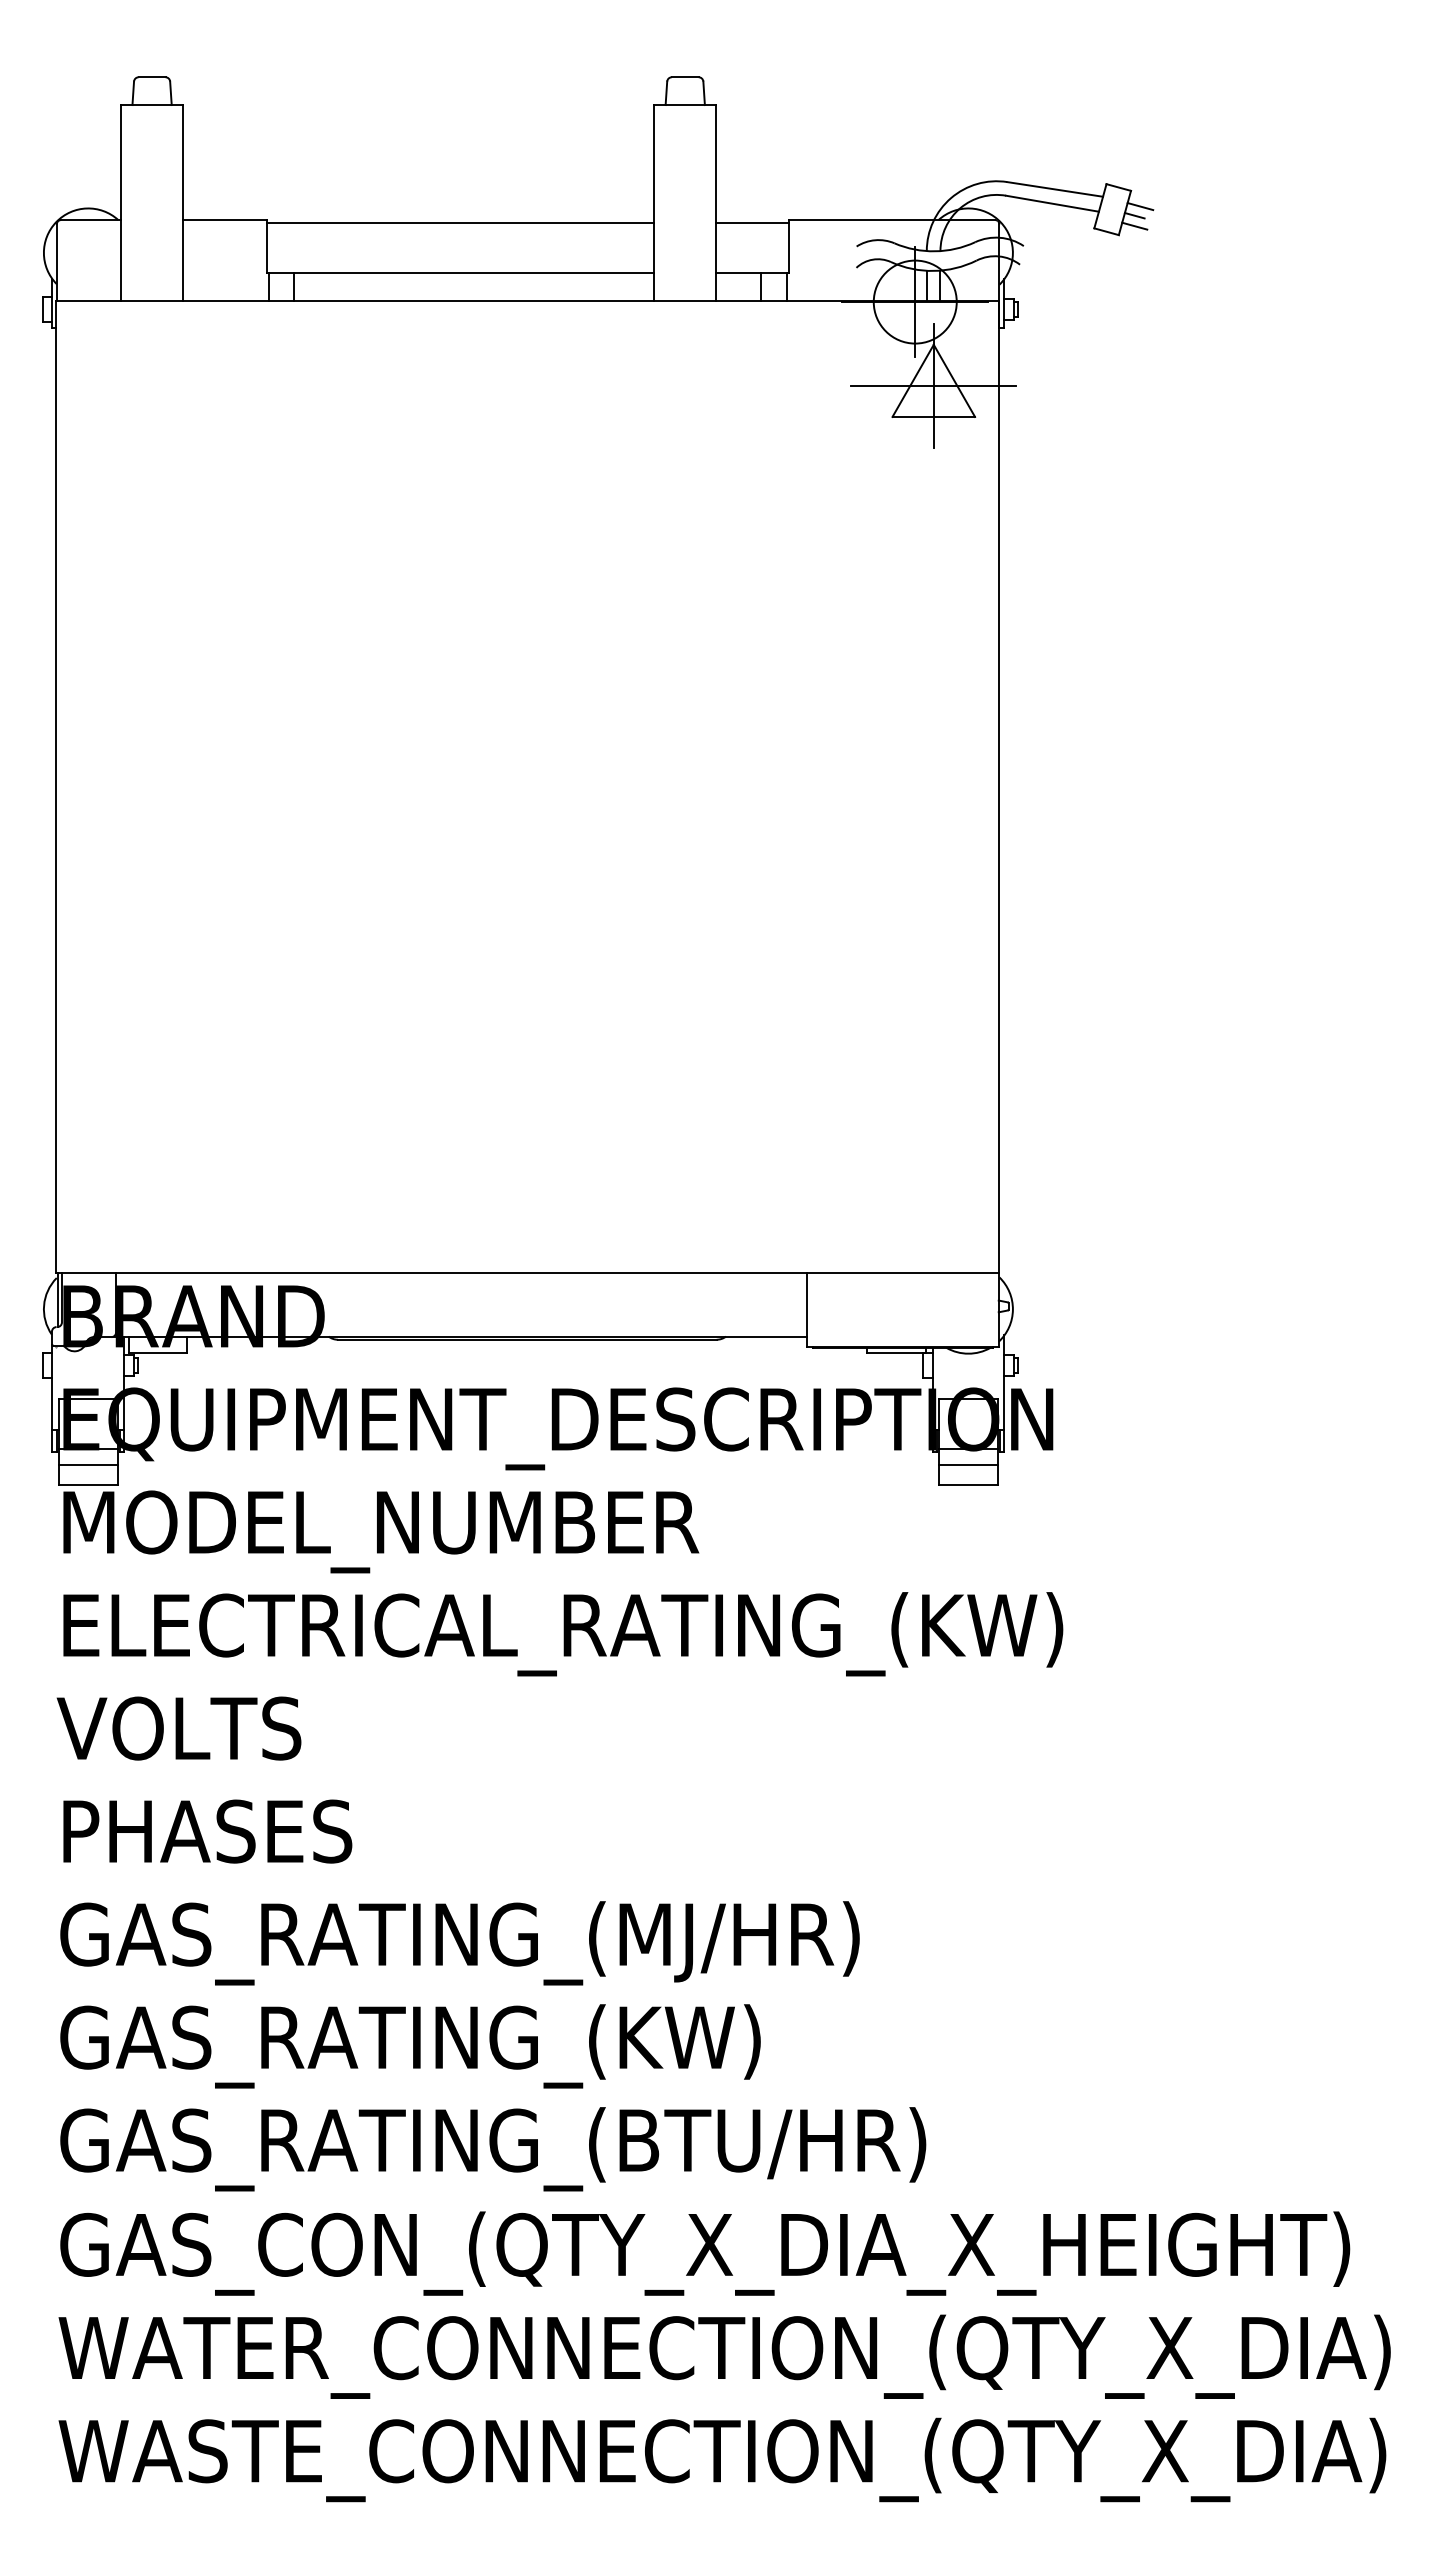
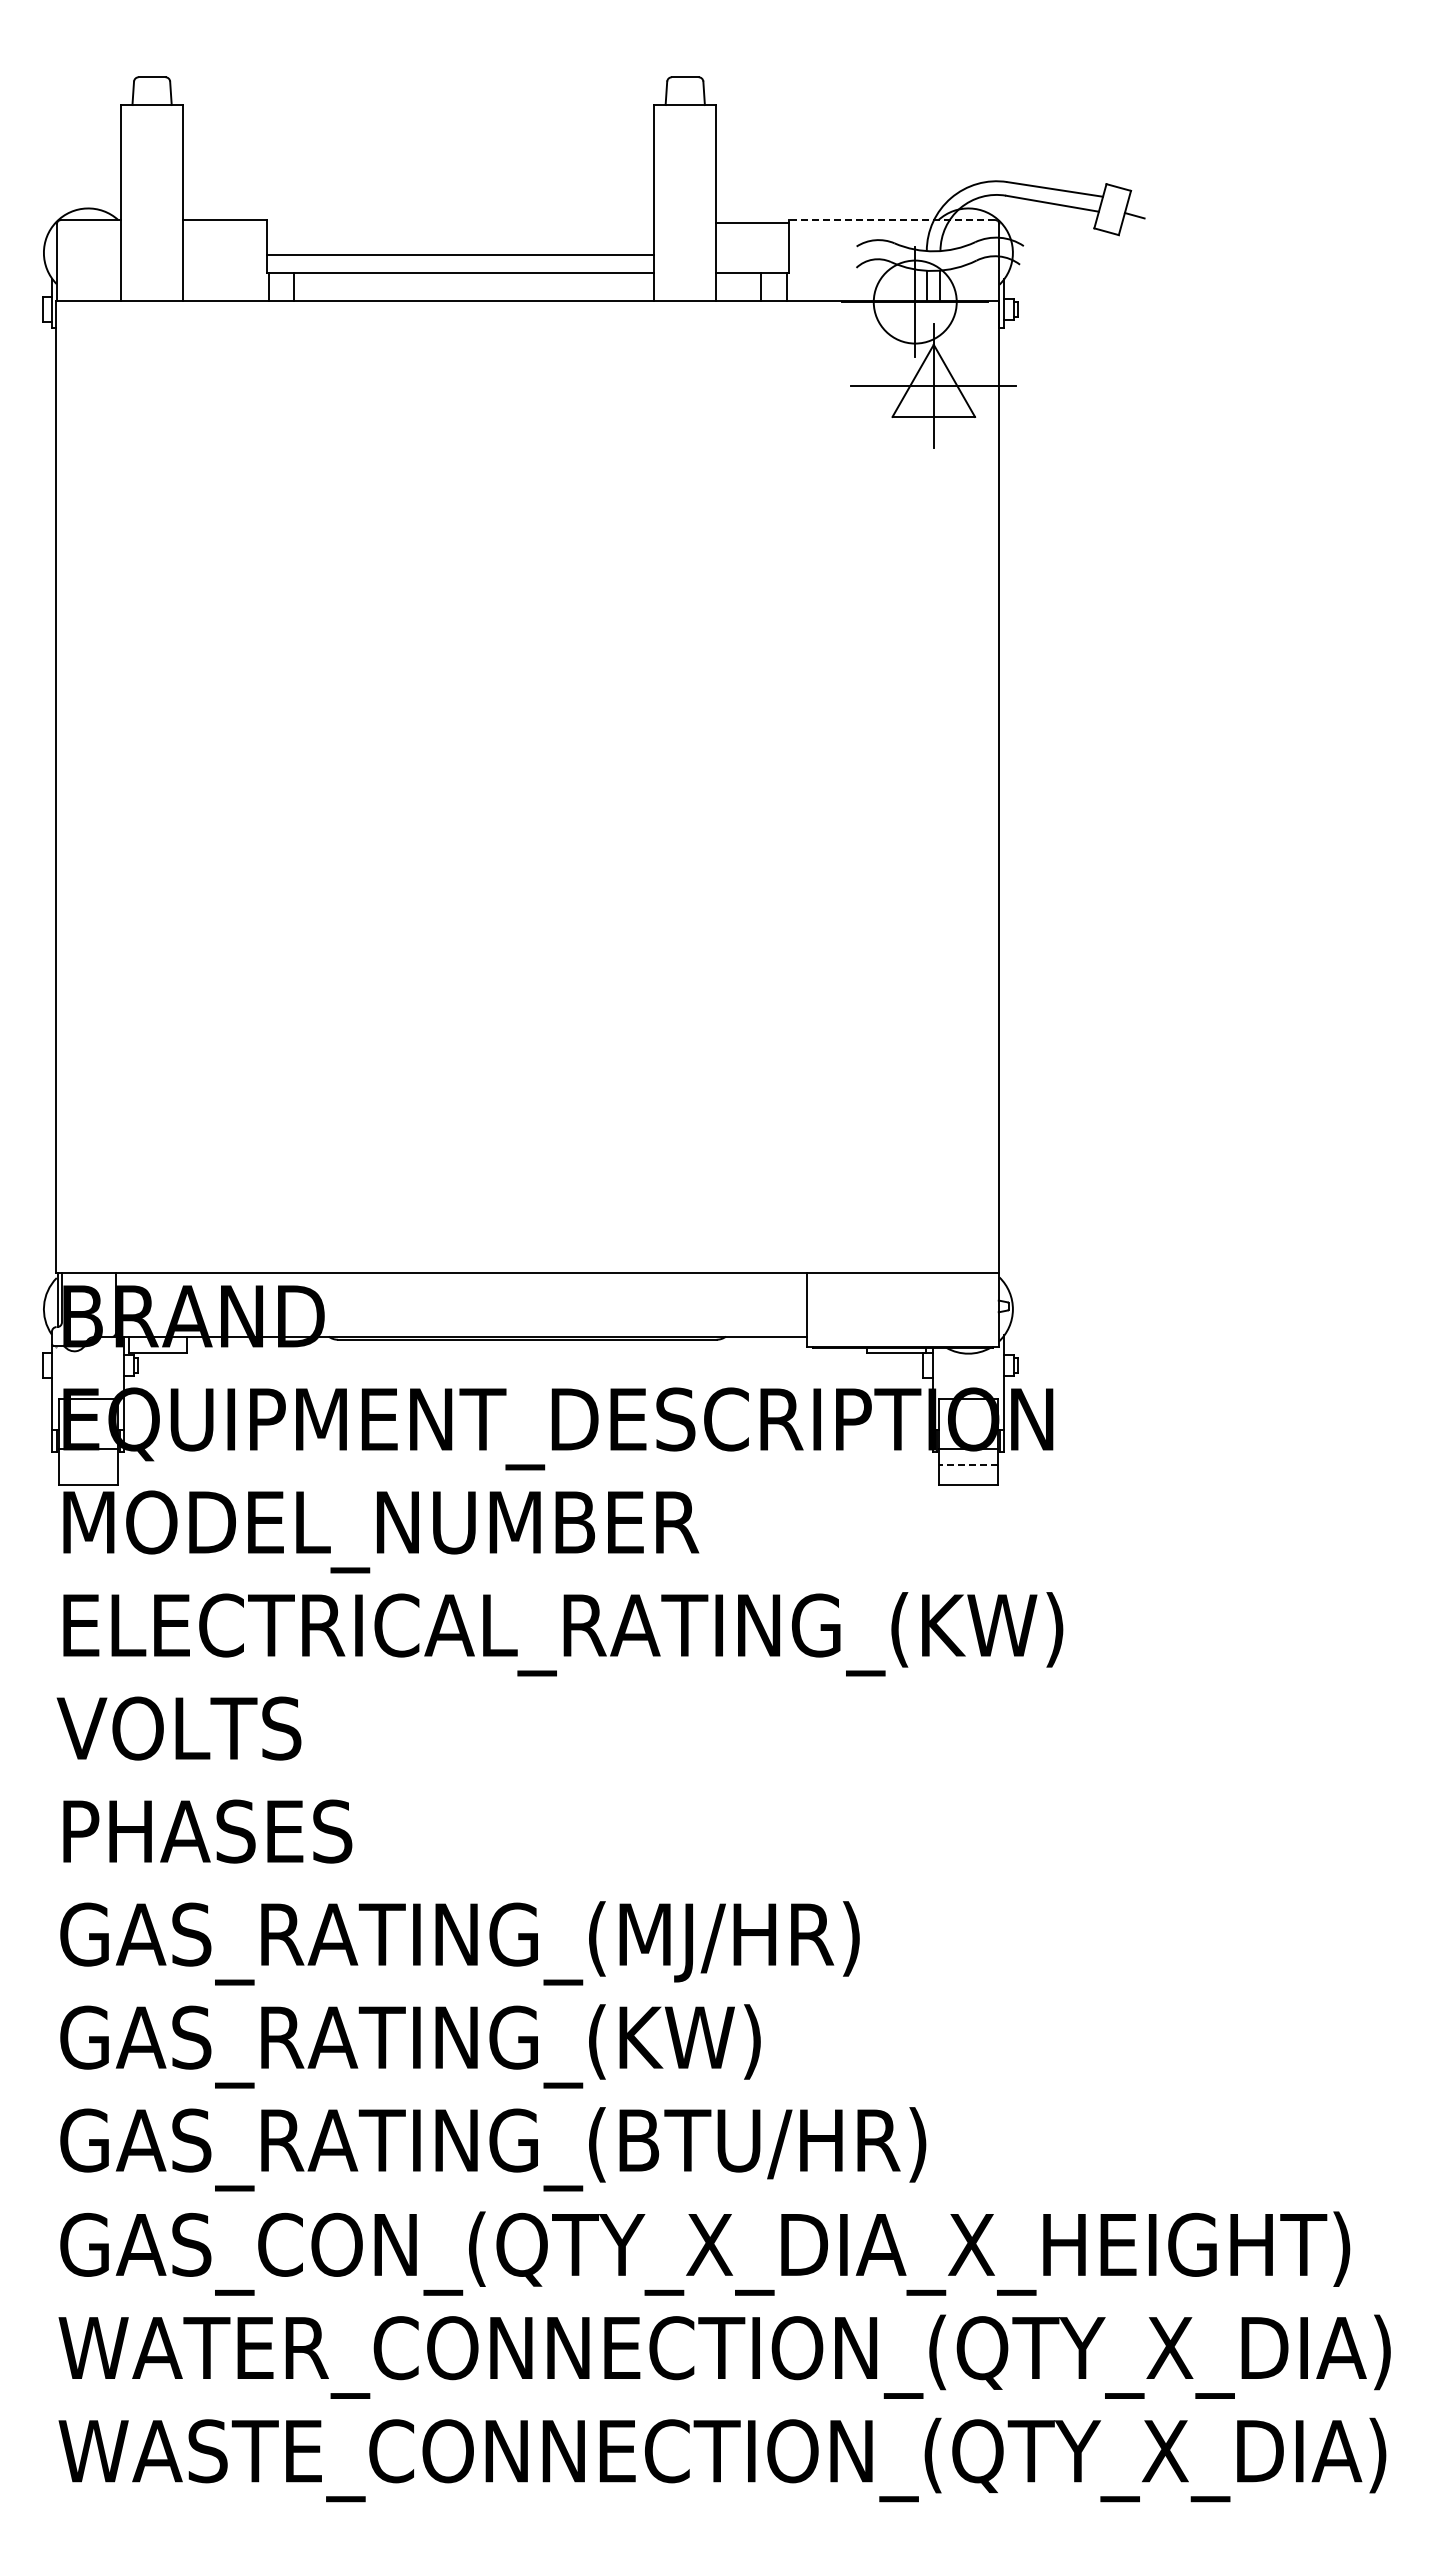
line at (1140, 206): present -> none
line at (891, 220): solid -> dashed
line at (460, 223) position: (460, 223) -> (460, 255)
line at (1134, 225): present -> none
line at (87, 1465): present -> none
line at (967, 1465): solid -> dashed
